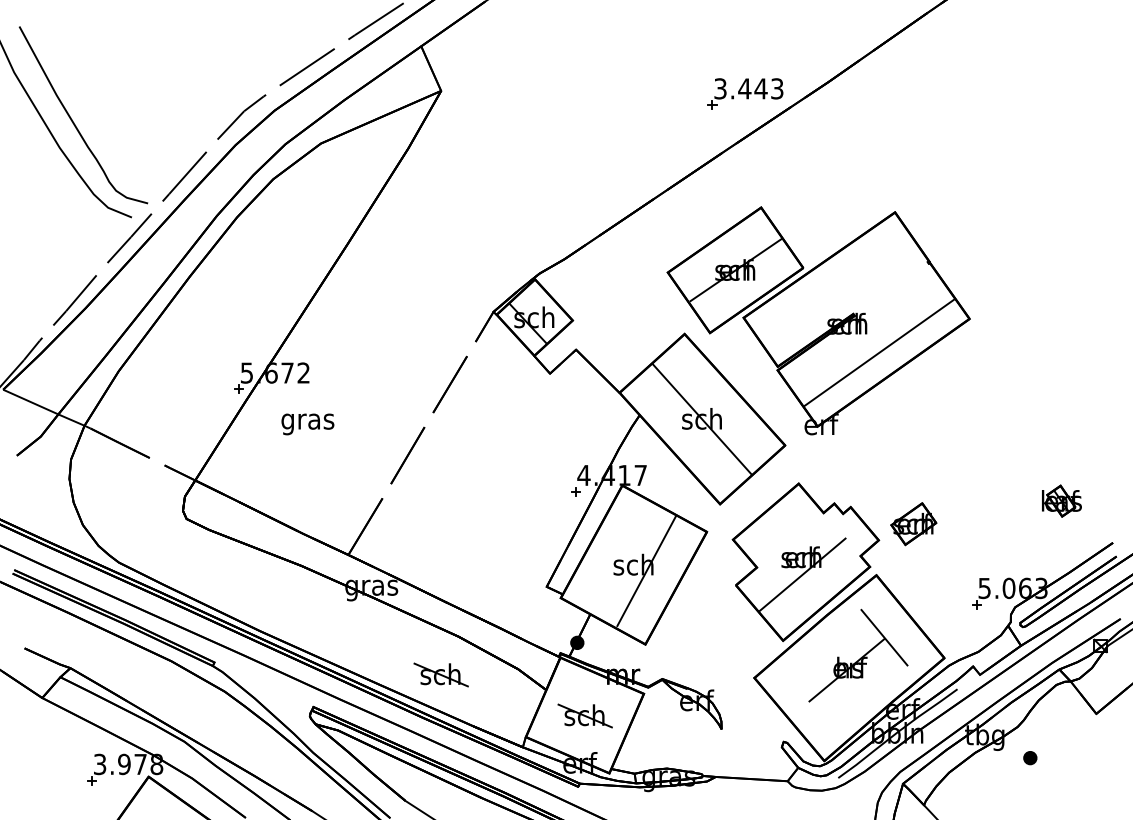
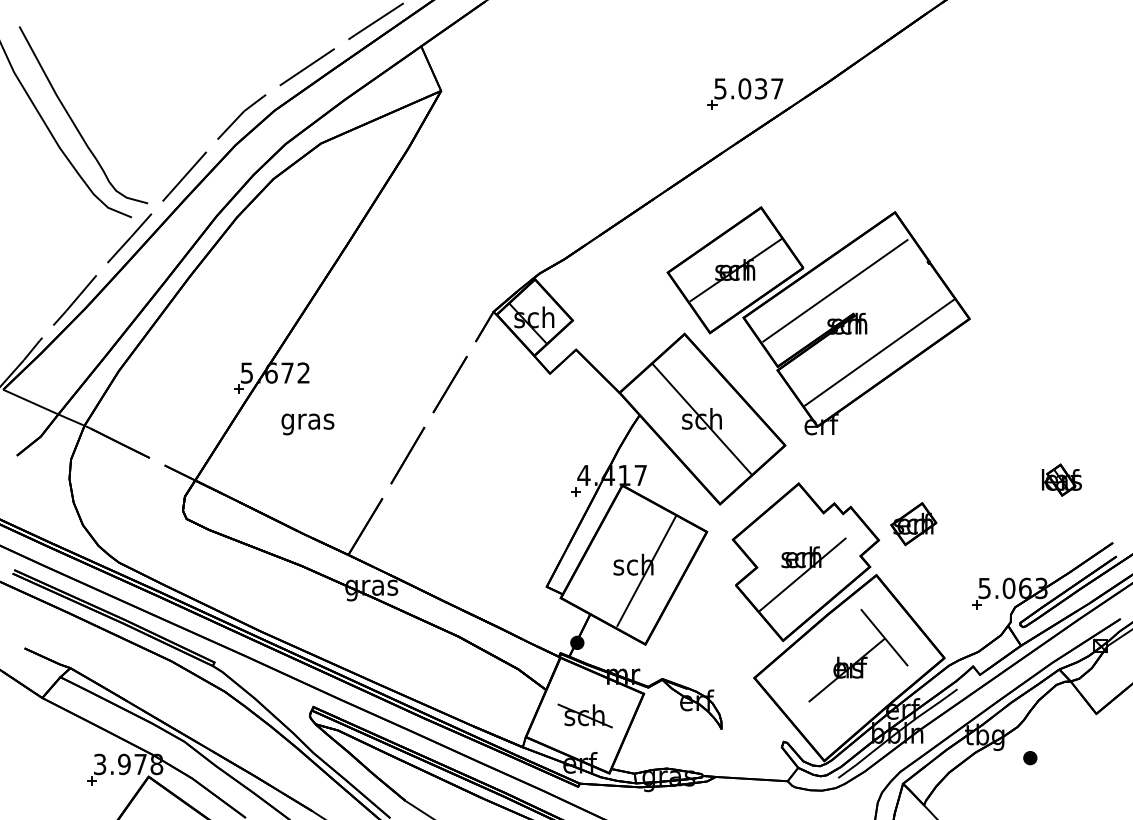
text at (749, 88): 3.443 -> 5.037
line at (835, 290): none -> present
part at (1061, 500) position: (1061, 500) -> (1061, 479)
part at (440, 674): present -> none
